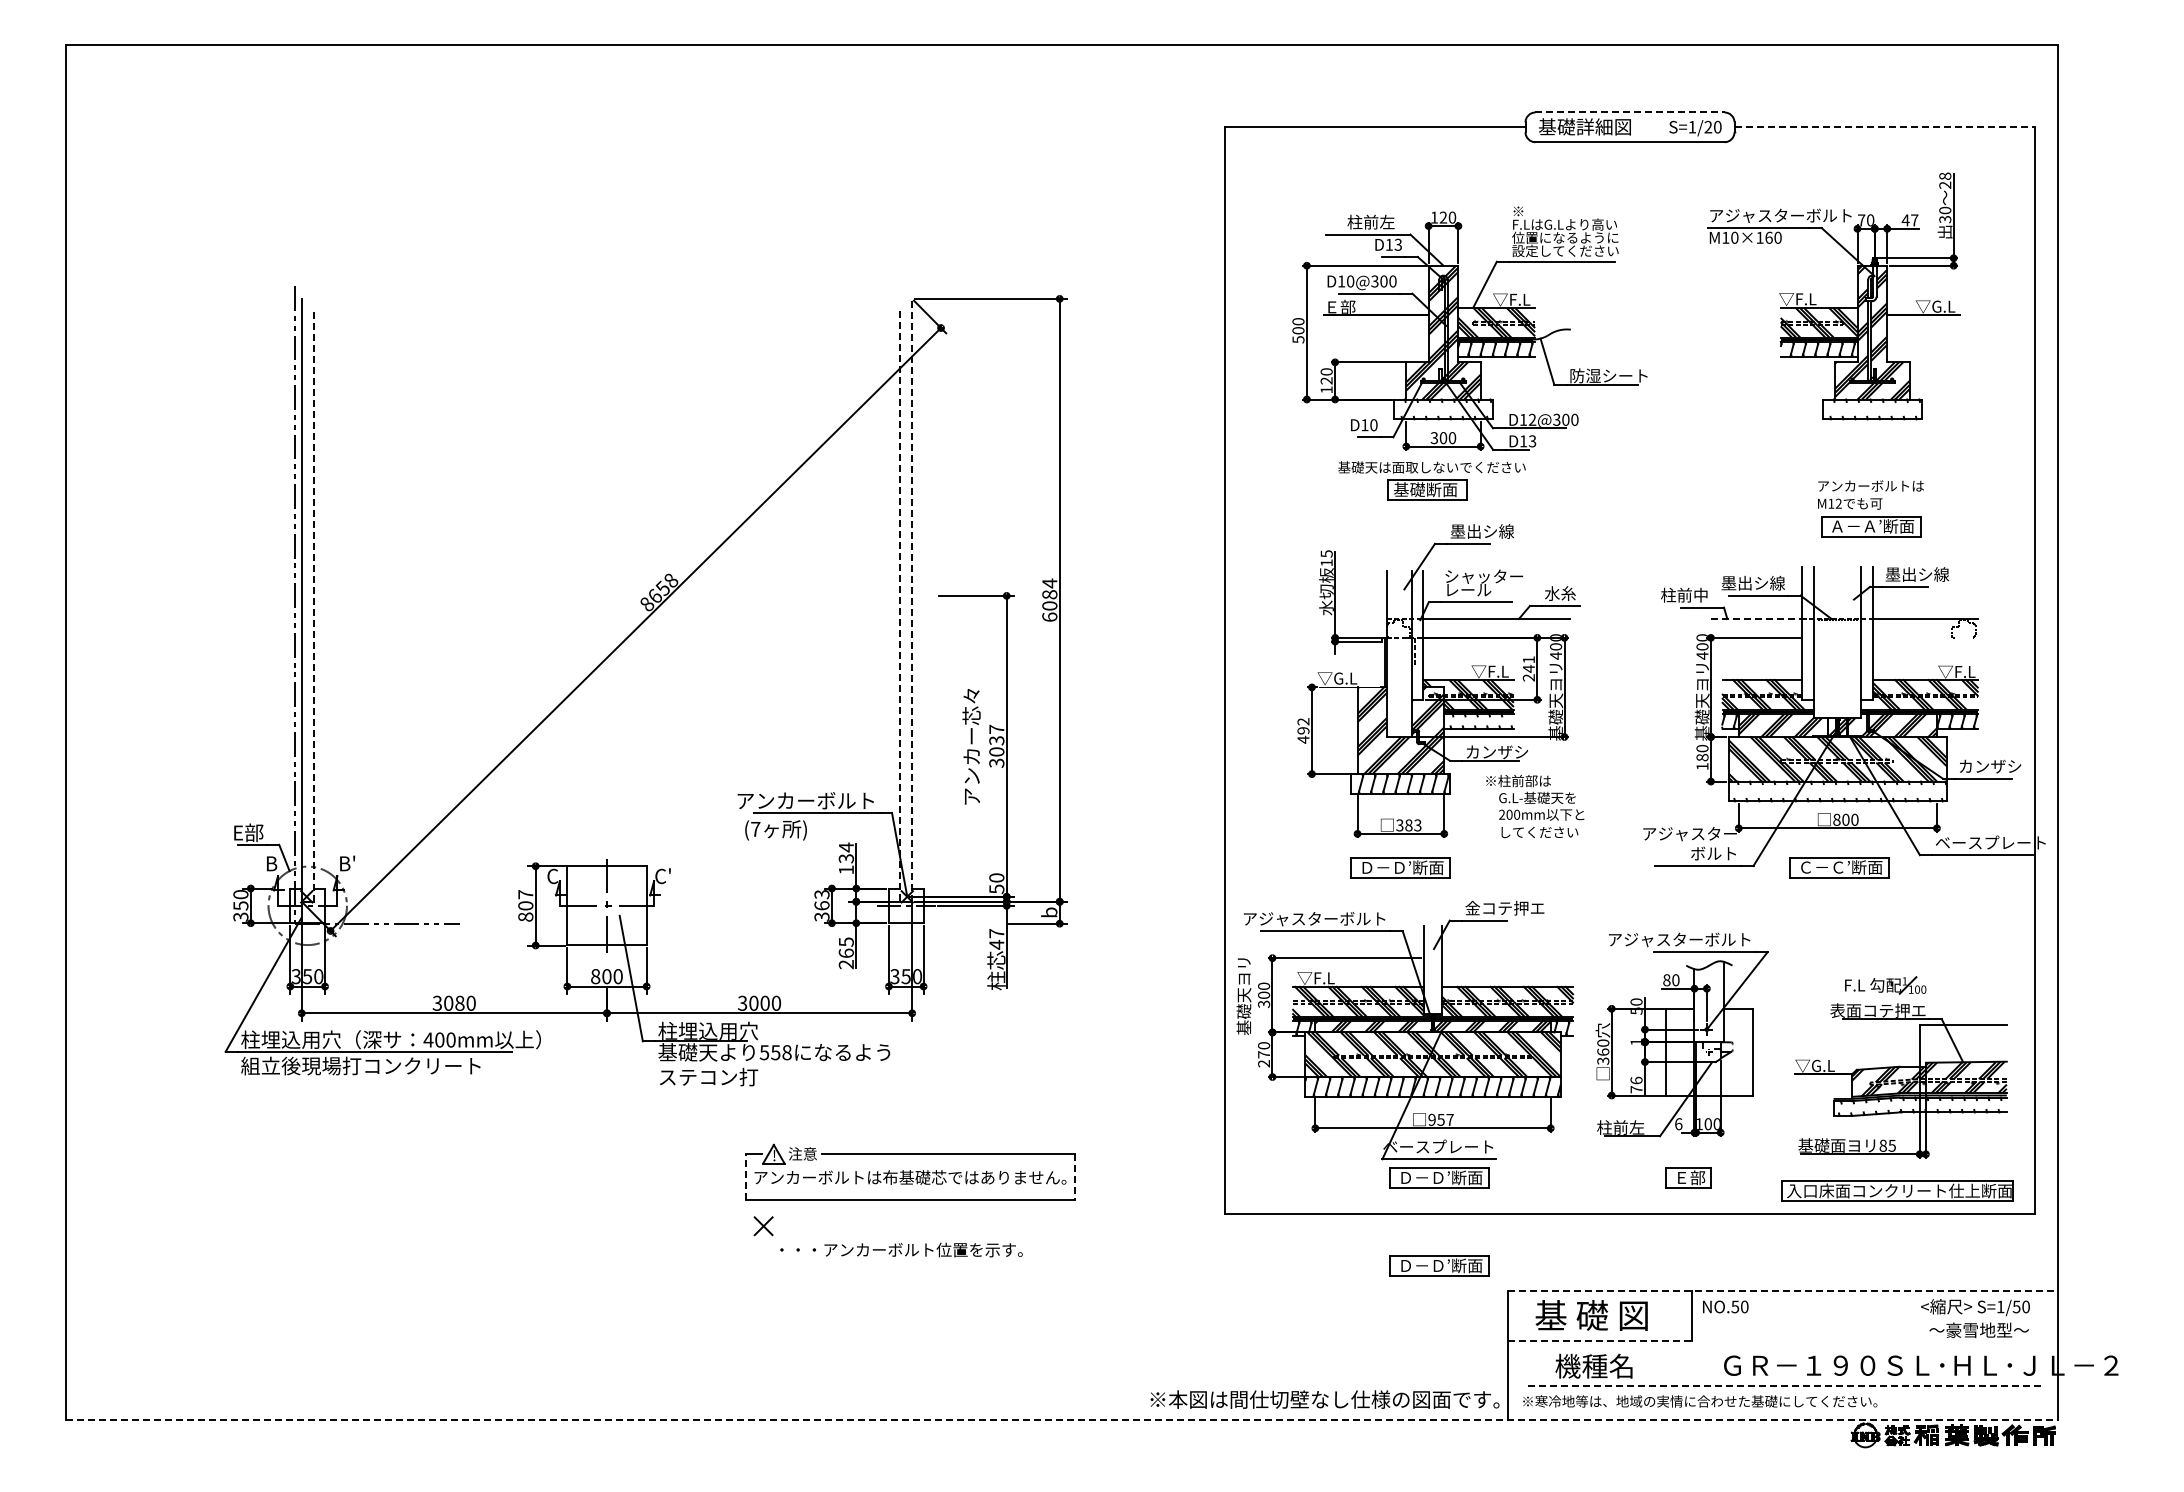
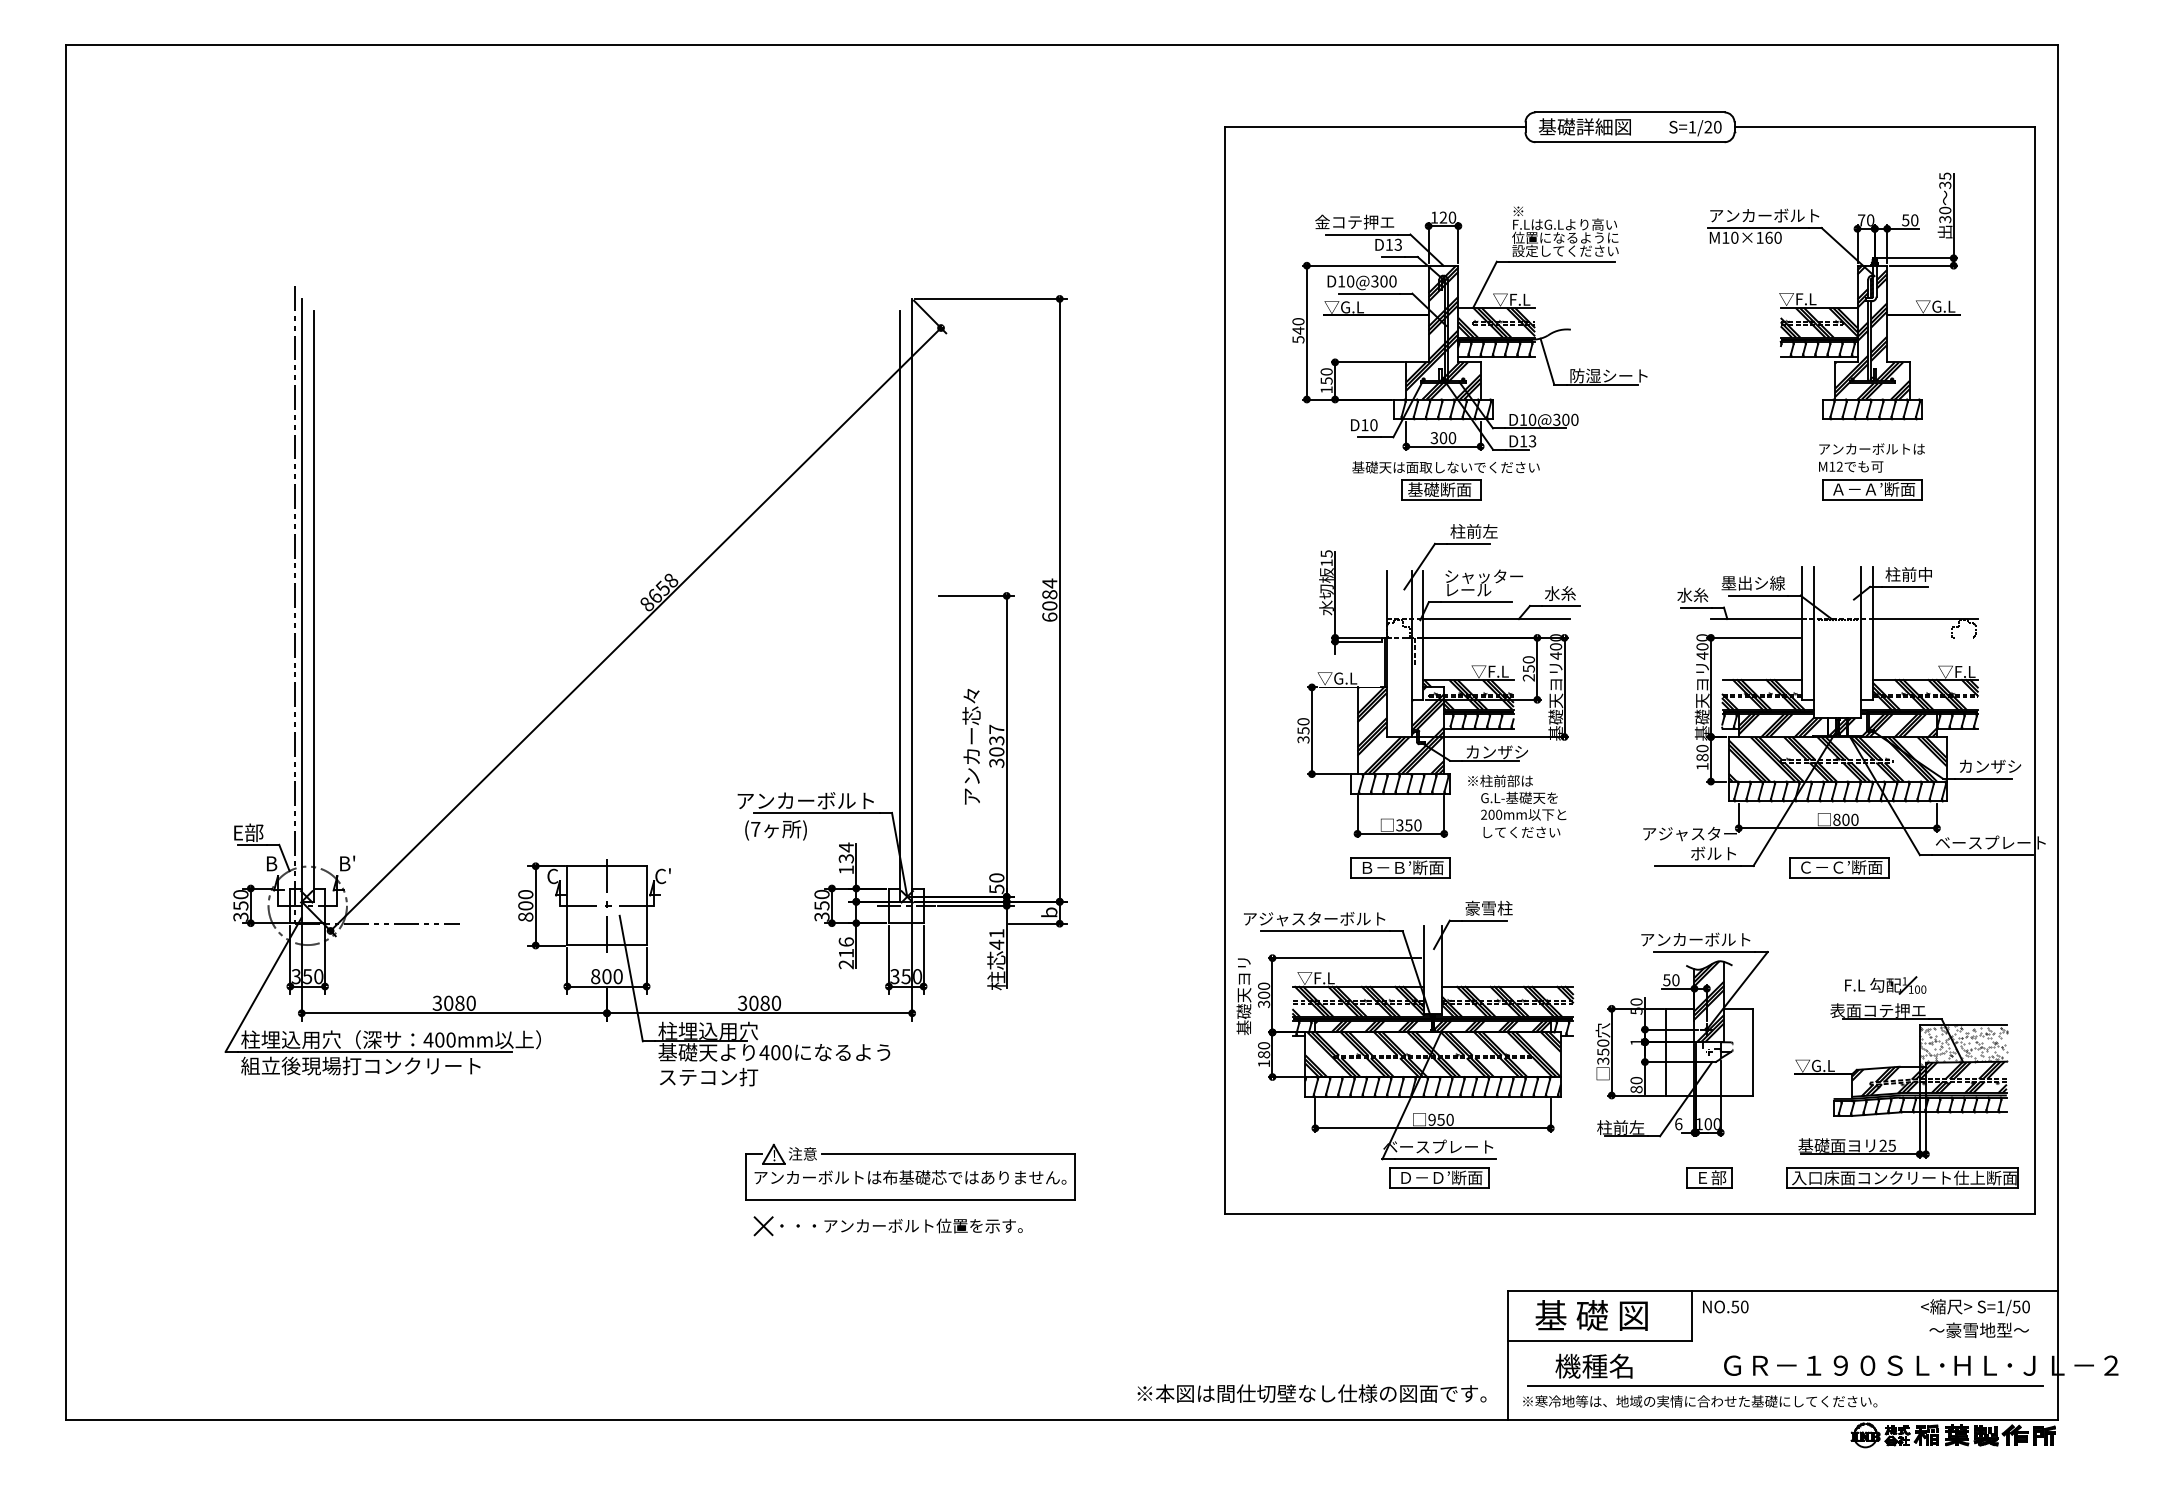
line at (1630, 112): dashed -> solid
line at (1885, 127): dashed -> solid
text at (1945, 180): 28 -> 35
text at (1788, 215): アジャスターボルト -> アンカーボルト
text at (1909, 220): 47 -> 50
text at (1354, 221): 柱前左 -> 金コテ押エ
text at (1343, 306): Ｅ部 -> ▽G.L
text at (1298, 330): 500 -> 540
text at (1326, 380): 120 -> 150
hatch at (1442, 409): none -> present
hatch at (1871, 409): none -> present
text at (1532, 419): D12@300 -> D10@300
part at (1431, 480) position: (1431, 480) -> (1445, 480)
part at (1870, 508) position: (1870, 508) -> (1871, 471)
text at (1482, 531): 墨出シ線 -> 柱前左
text at (1917, 574): 墨出シ線 -> 柱前中
text at (1684, 594): 柱前中 -> 水糸
line at (912, 599): dashed -> solid
line at (313, 606): dashed -> solid
line at (900, 606): dashed -> solid
line at (1757, 619): dashed -> solid
text at (1528, 664): 241 -> 250
hatch at (1481, 720): none -> present
text at (1303, 730): 492 -> 350
hatch at (1839, 791): none -> present
text at (1535, 806) position: (1535, 806) -> (1517, 806)
text at (1413, 825): 383 -> 350
text at (1383, 867): Ｄ－Ｄ’断面 -> Ｂ－Ｂ’断面
text at (525, 894): 807 -> 800
text at (821, 899): 363 -> 350
text at (1504, 907): 金コテ押エ -> 豪雪柱
text at (996, 933): 47 -> 41
text at (1647, 939): アジャスターボルト -> アンカーボルト
text at (845, 947): 265 -> 216
text at (1666, 980): 80 -> 50
hatch at (1709, 1001): none -> present
text at (764, 1003): 3000 -> 3080
hatch at (1963, 1044): none -> present
text at (1603, 1051): 360 -> 350
text at (775, 1052): 558 -> 400
text at (1264, 1059): 270 -> 180
text at (1636, 1084): 76 -> 80
hatch at (1920, 1106): none -> present
text at (1449, 1119): 957 -> 950
text at (1882, 1145): 85 -> 25
line at (745, 1176): dashed -> solid
line at (1074, 1176): dashed -> solid
part at (1688, 1177) position: (1688, 1177) -> (1709, 1177)
part at (1897, 1190) position: (1897, 1190) -> (1902, 1177)
text at (901, 1249) position: (901, 1249) -> (901, 1225)
part at (1439, 1265): present -> none
line at (1783, 1291): dashed -> solid
line at (1599, 1341): dashed -> solid
line at (1785, 1386): dashed -> solid
text at (1324, 1399) position: (1324, 1399) -> (1311, 1393)
line at (1062, 1420): dashed -> solid
